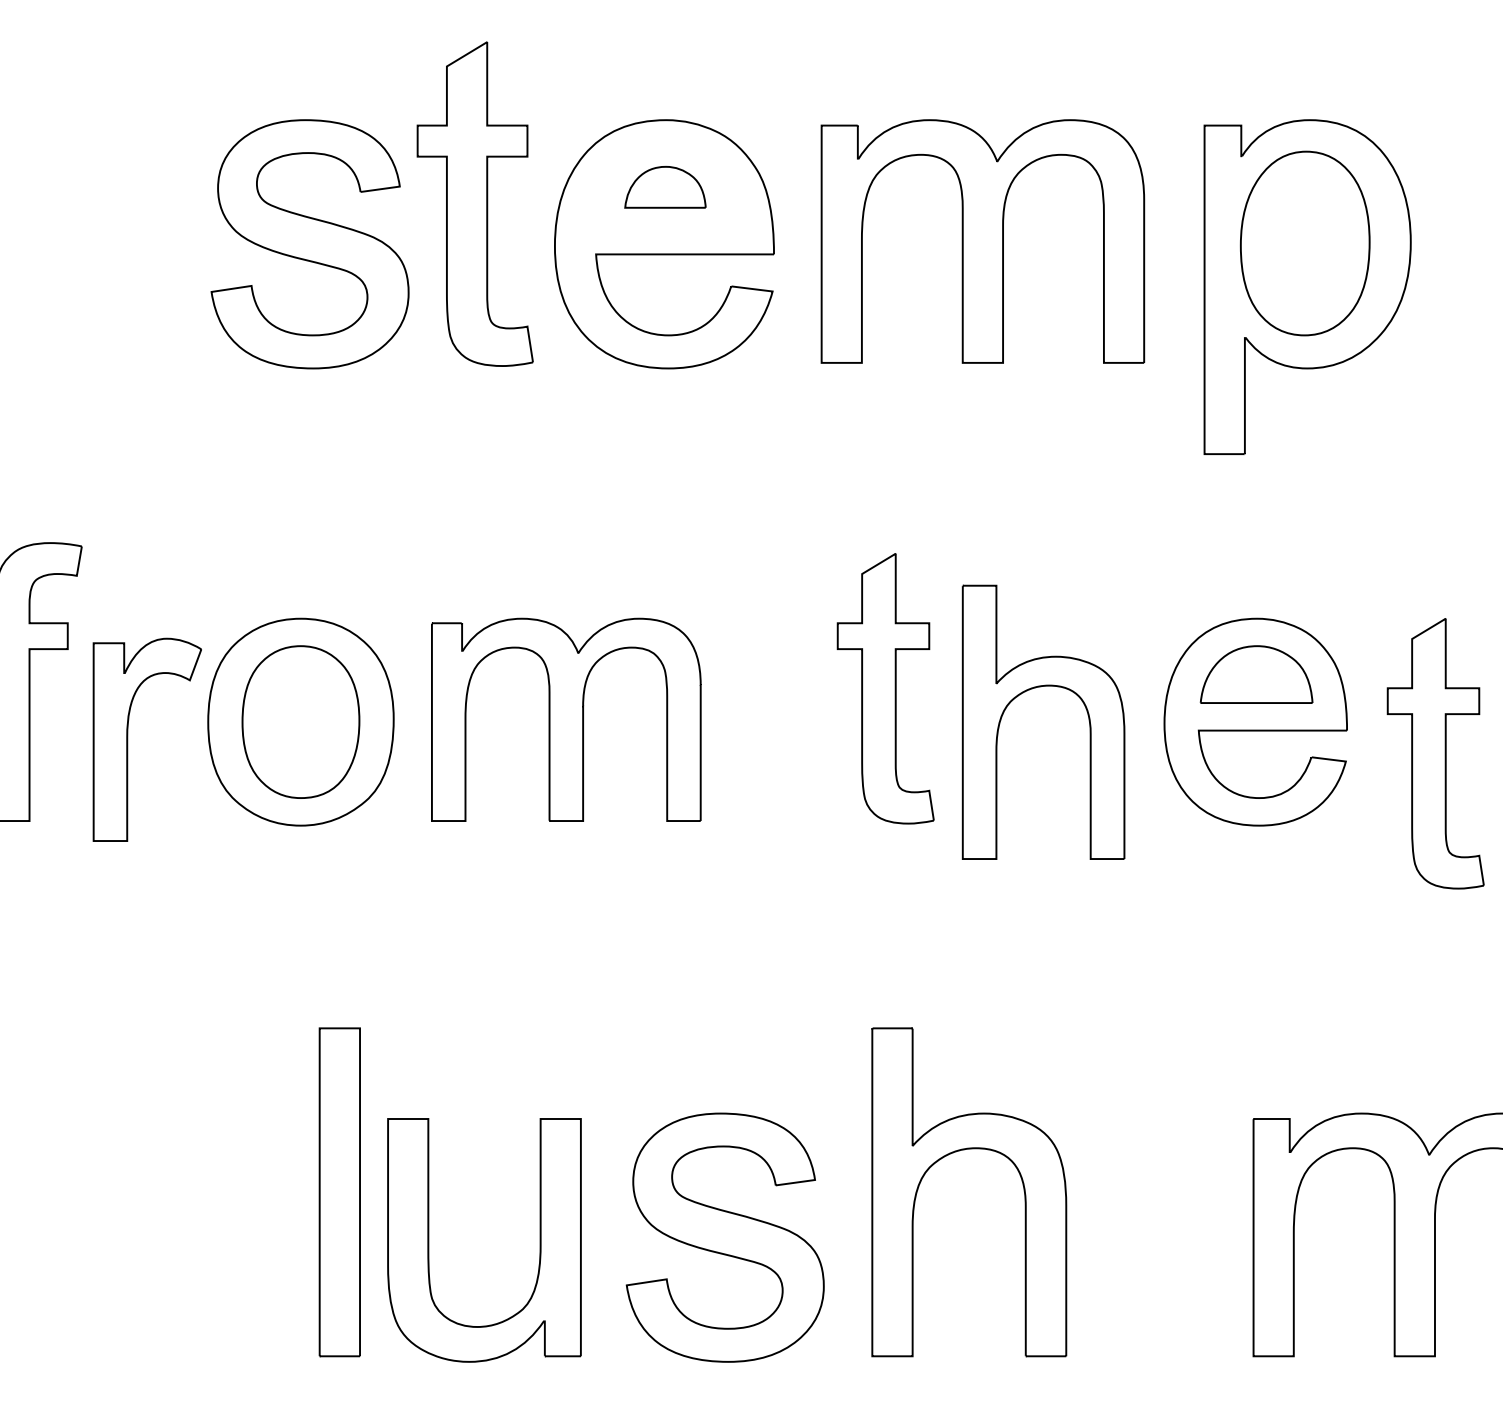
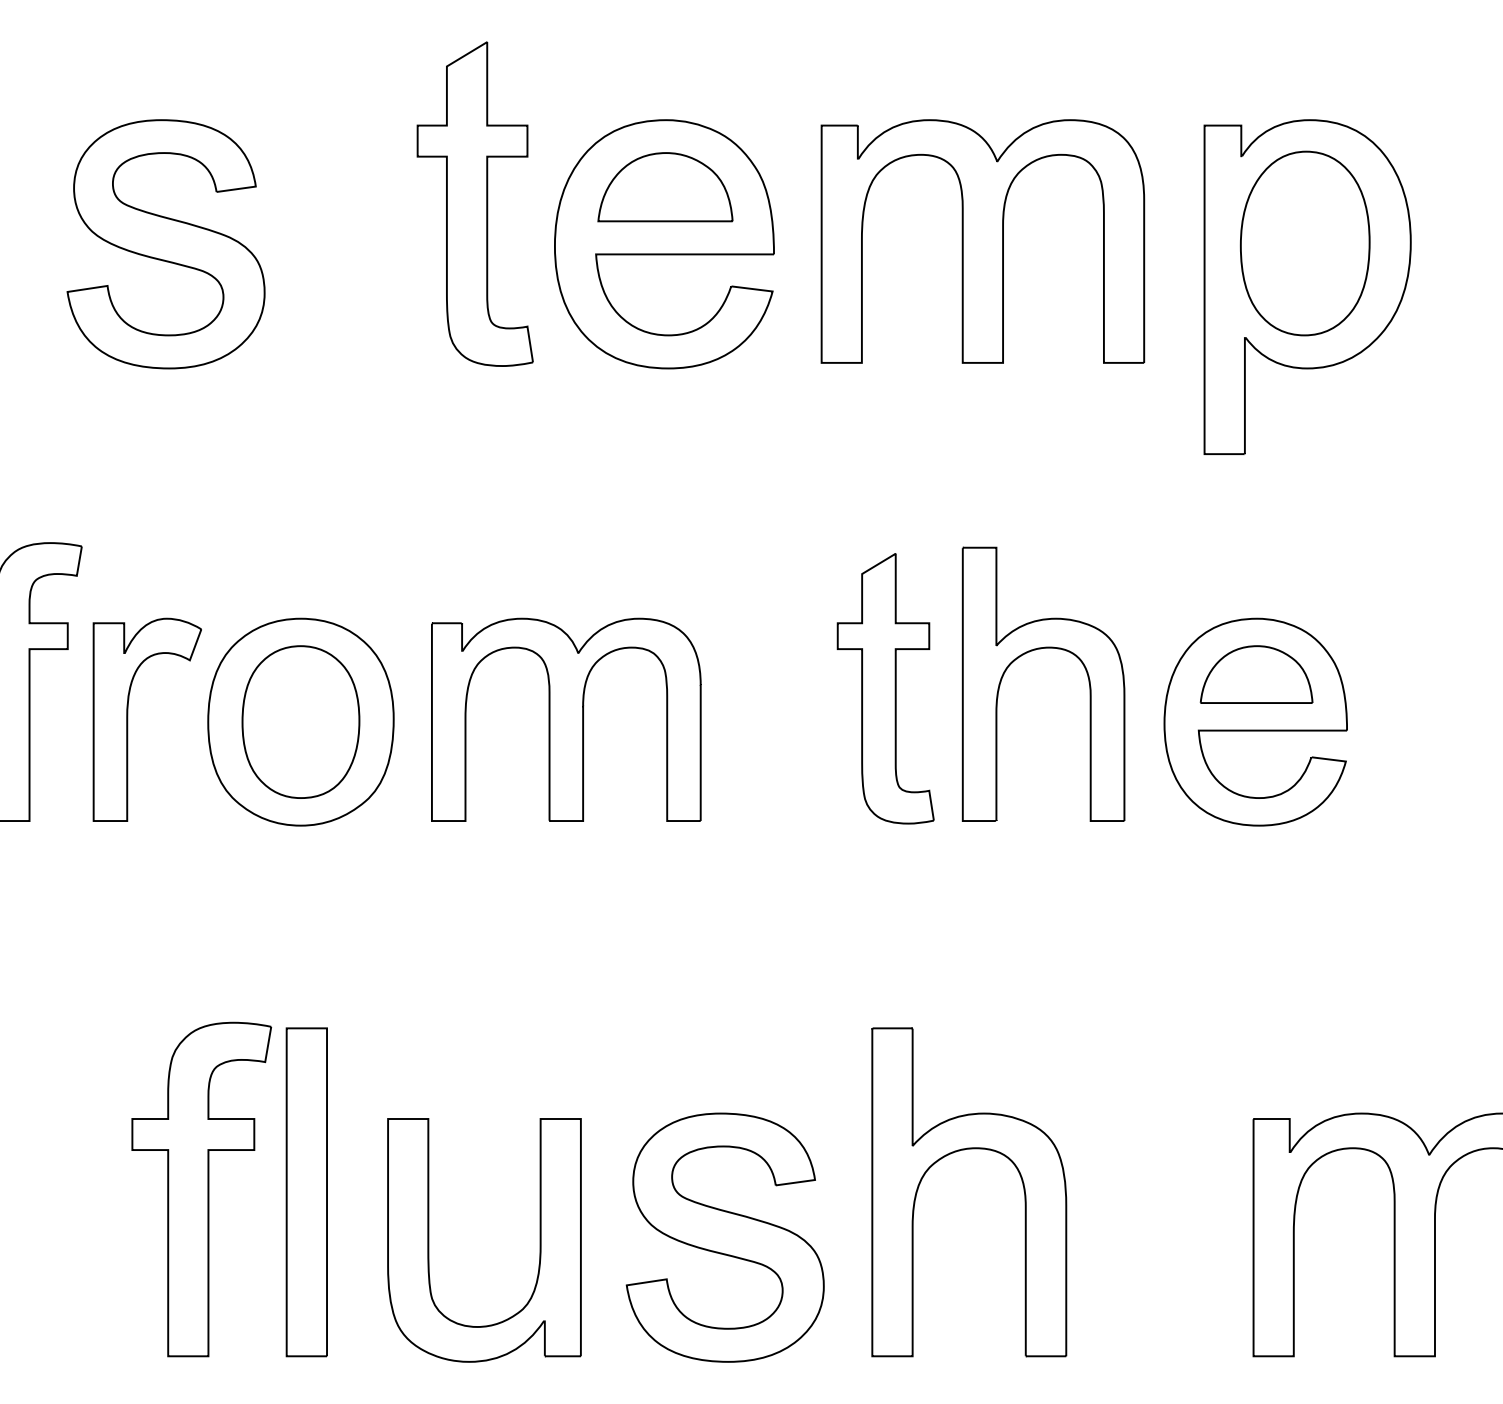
part at (665, 187) size: 83x43 px -> 137x71 px
part at (309, 244) position: (309, 244) -> (165, 244)
part at (1032, 689) position: (1032, 689) -> (1032, 651)
part at (128, 739) position: (128, 739) -> (128, 719)
part at (1435, 753): present -> none
part at (201, 1189): none -> present
part at (339, 1192) position: (339, 1192) -> (306, 1192)
